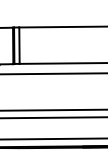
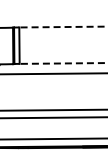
line at (63, 27): solid -> dashed
line at (63, 63): solid -> dashed
